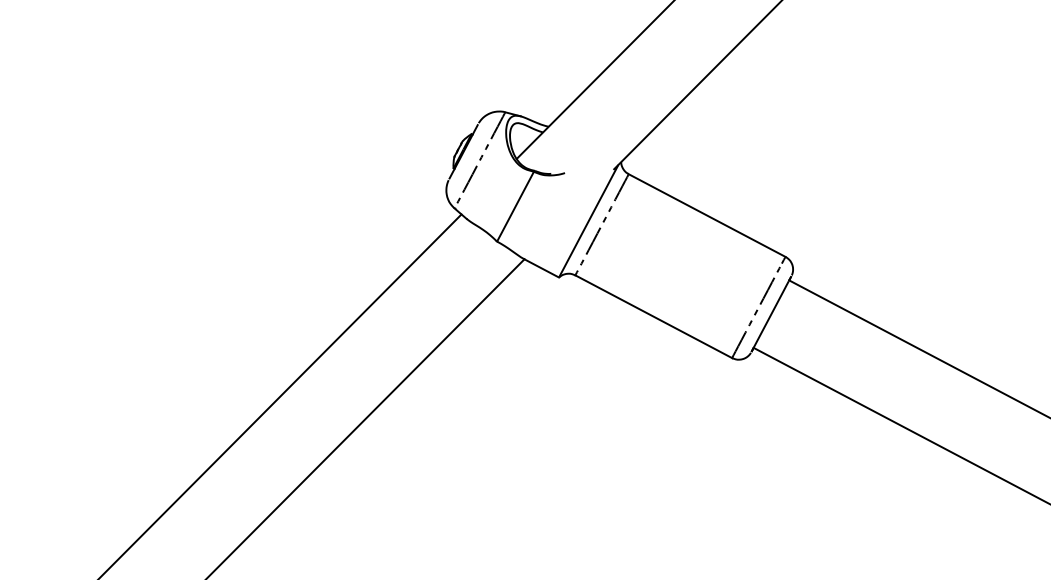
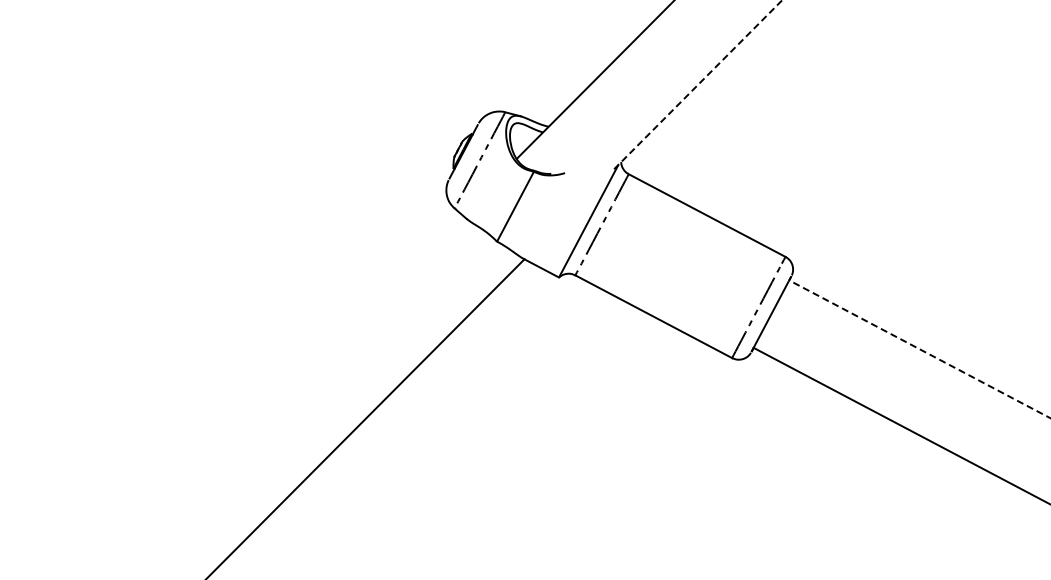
line at (698, 84): solid -> dashed
line at (920, 349): solid -> dashed
line at (281, 395): present -> none
